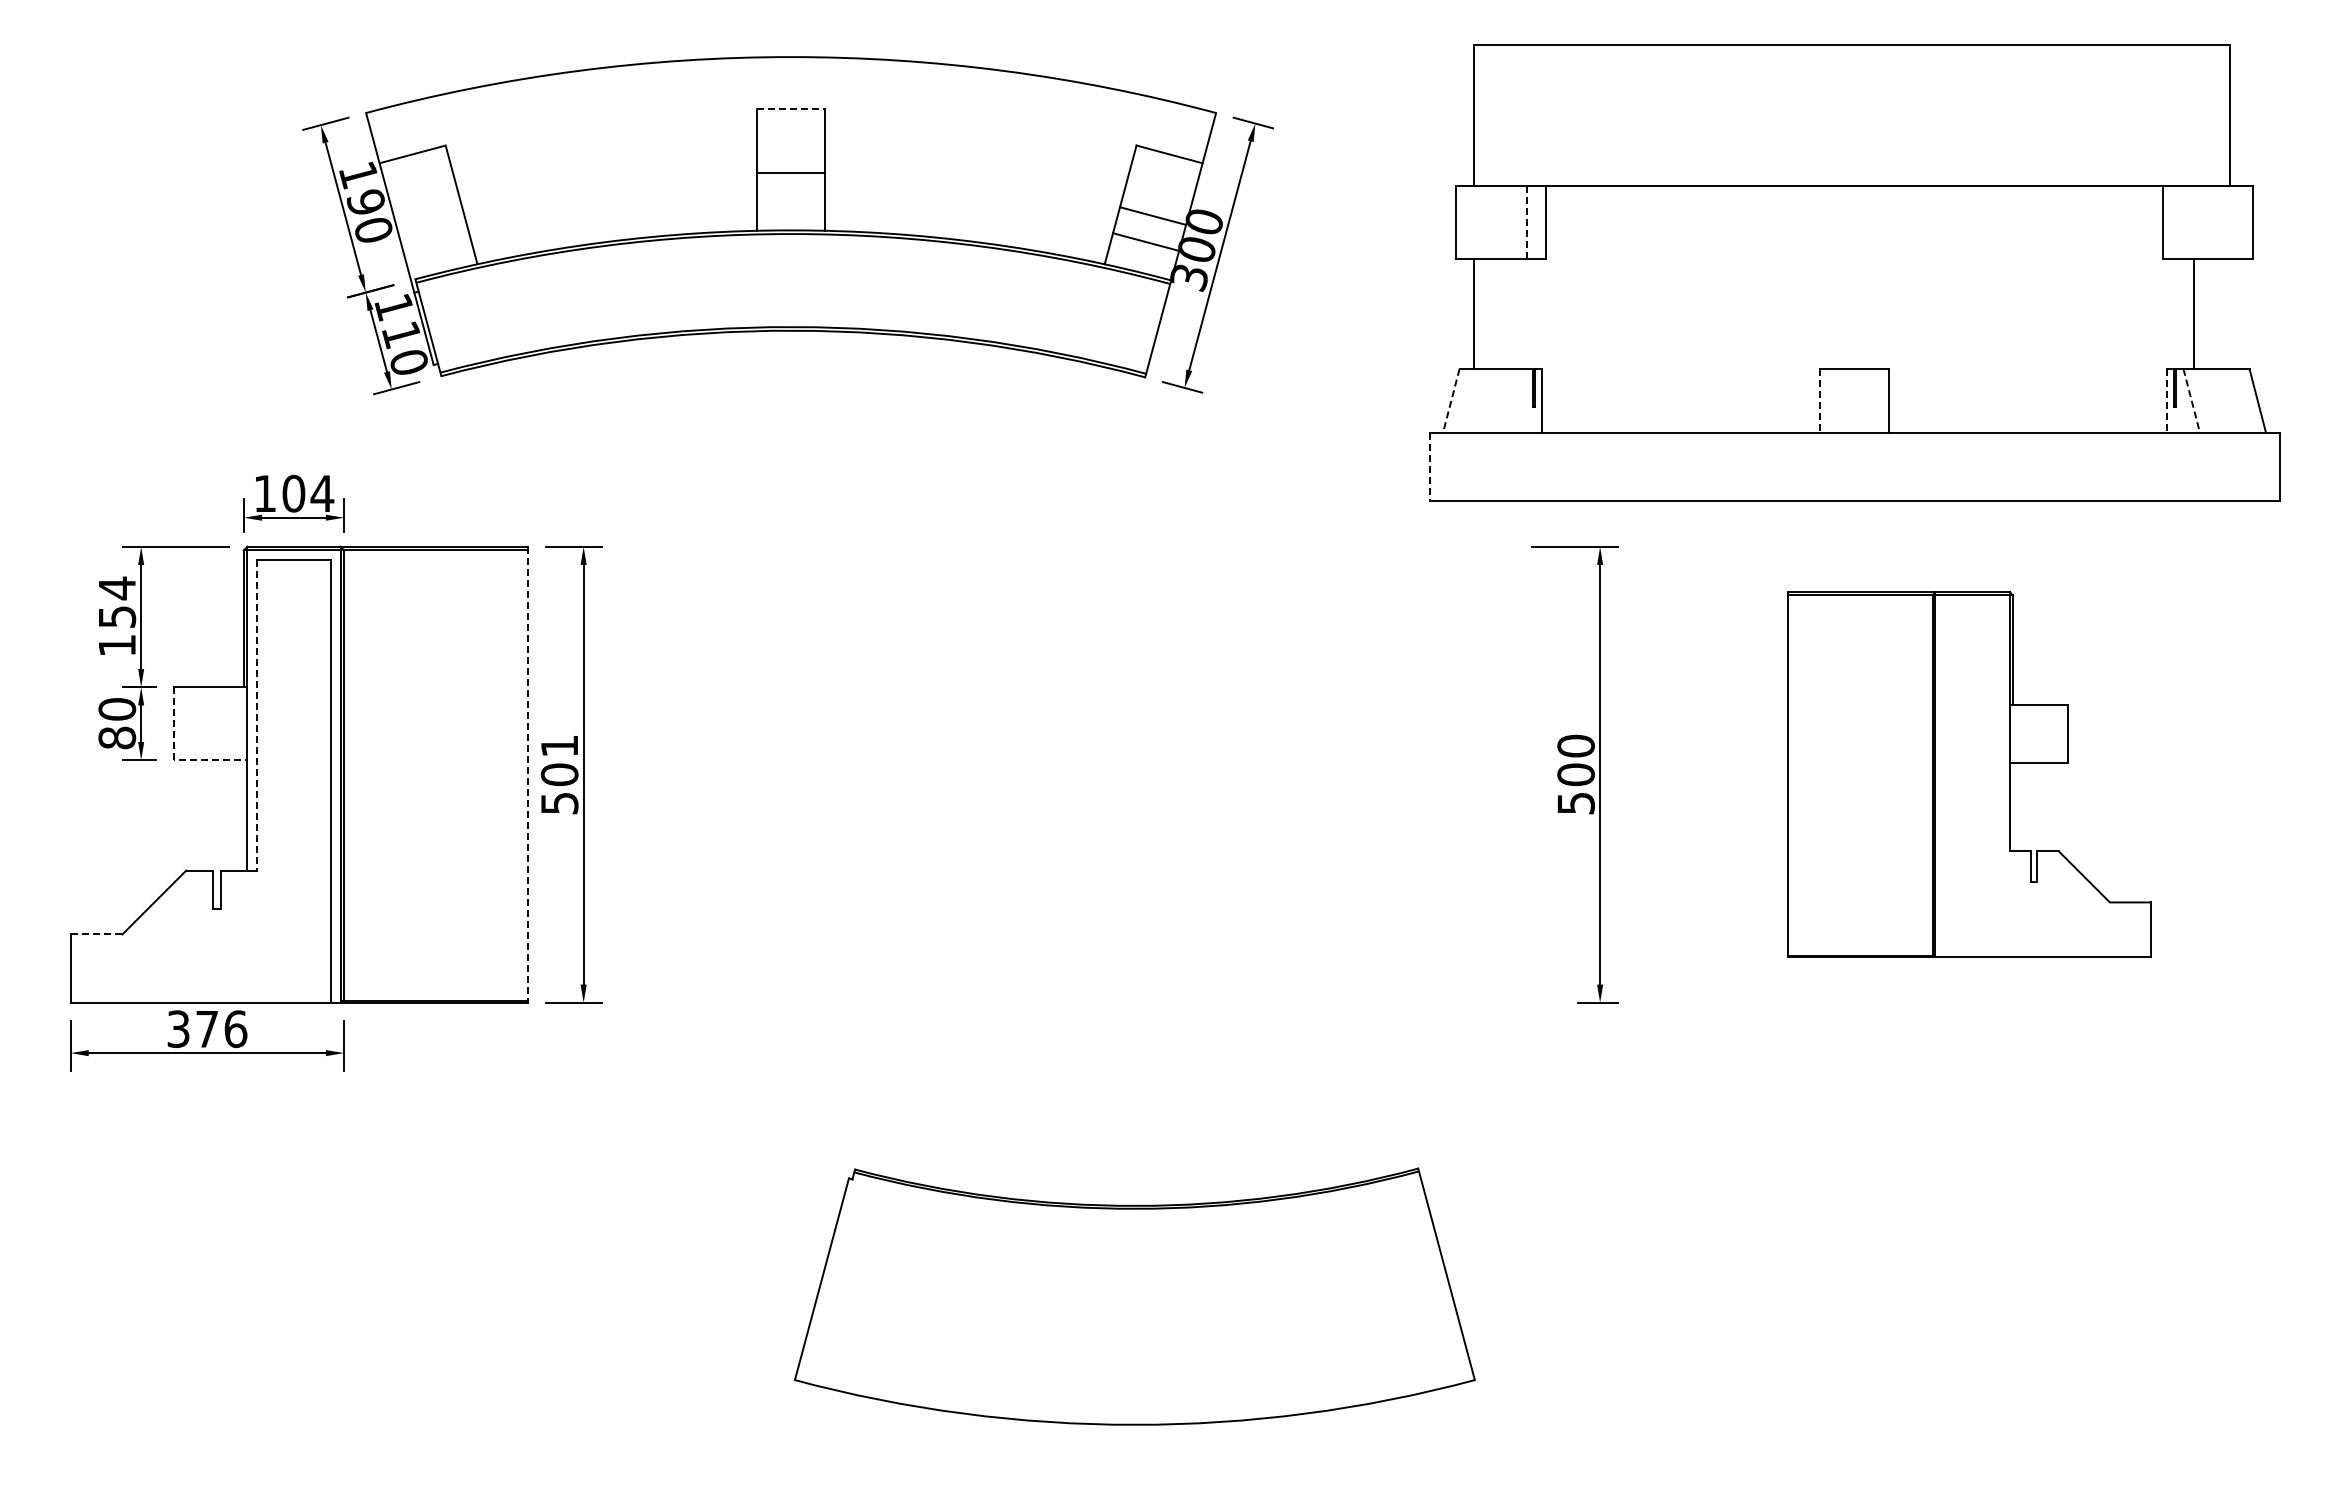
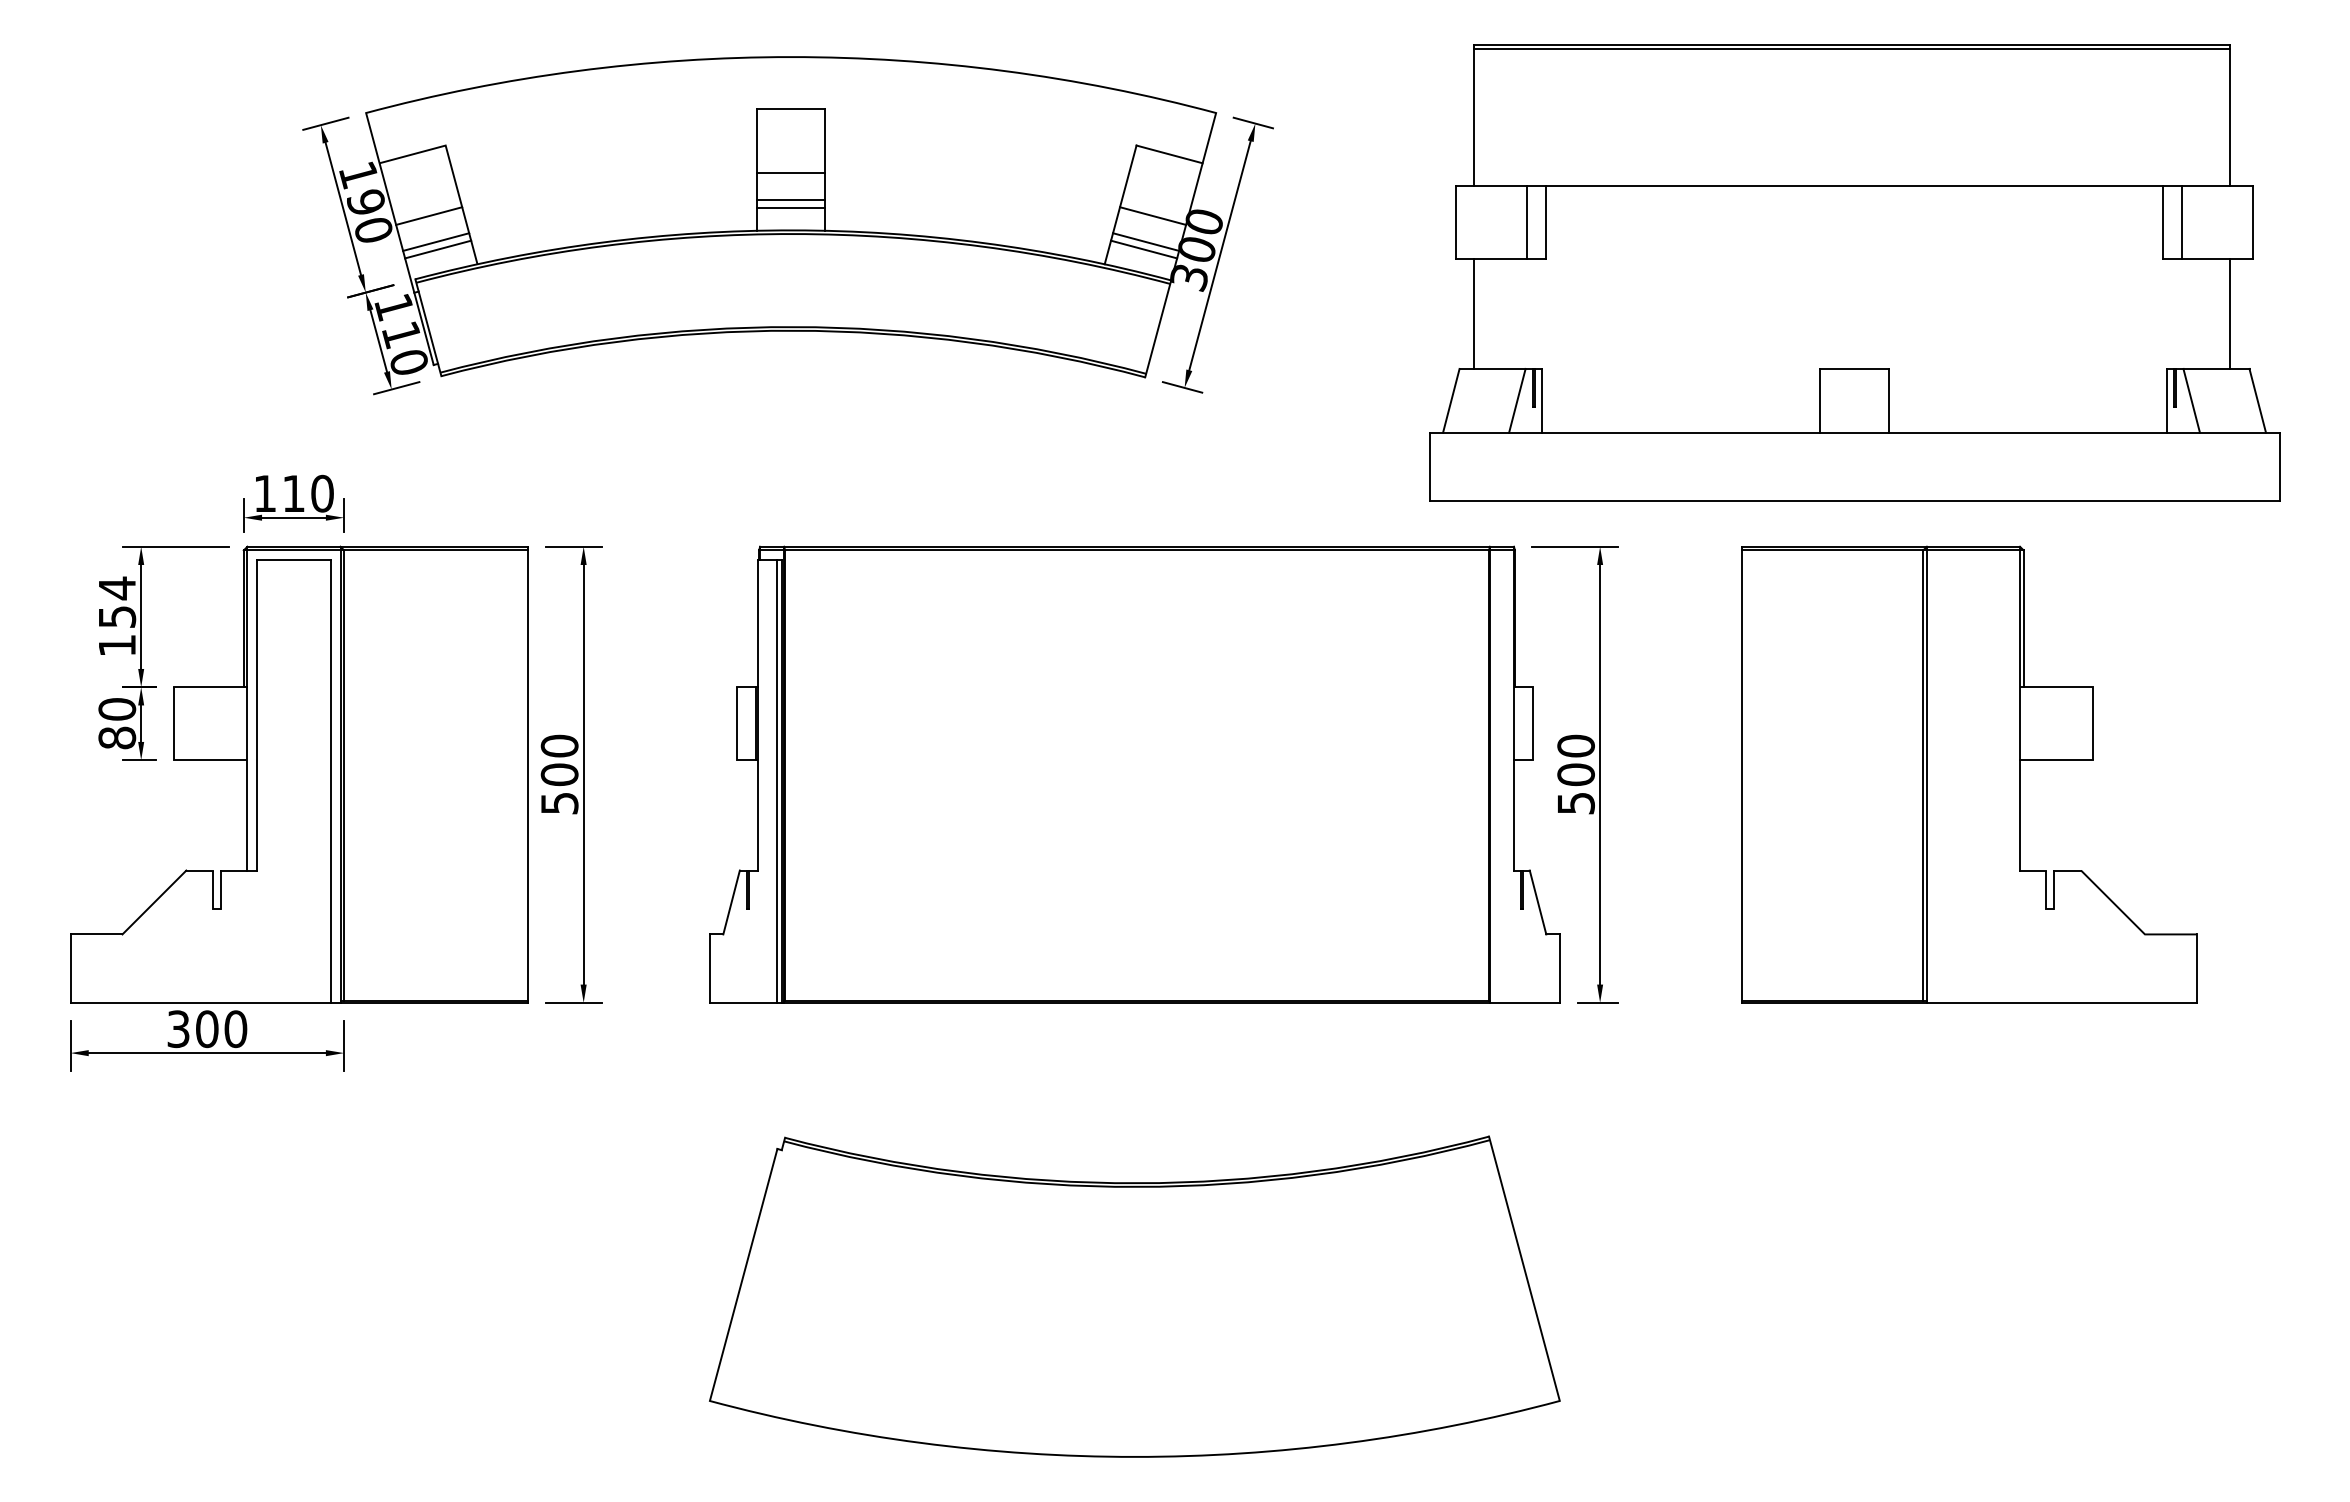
line at (1852, 48): none -> present
line at (791, 109): dashed -> solid
line at (790, 199): none -> present
line at (790, 207): none -> present
line at (429, 215): none -> present
line at (2182, 221): none -> present
line at (1526, 222): dashed -> solid
line at (436, 241): none -> present
line at (438, 249): none -> present
line at (1144, 249): none -> present
line at (2194, 313) position: (2194, 313) -> (2230, 313)
line at (1451, 400): dashed -> solid
line at (1517, 400): none -> present
line at (1820, 400): dashed -> solid
line at (2167, 400): dashed -> solid
line at (2191, 400): dashed -> solid
line at (1429, 467): dashed -> solid
text at (308, 493): 104 -> 110
line at (256, 715): dashed -> solid
text at (559, 745): 501 -> 500
line at (174, 760): dashed -> solid
part at (1134, 774): none -> present
part at (1969, 774) size: 365x367 px -> 457x459 px
line at (527, 775): dashed -> solid
line at (96, 934): dashed -> solid
text at (221, 1029): 376 -> 300
part at (1134, 1296) size: 682x259 px -> 852x323 px
